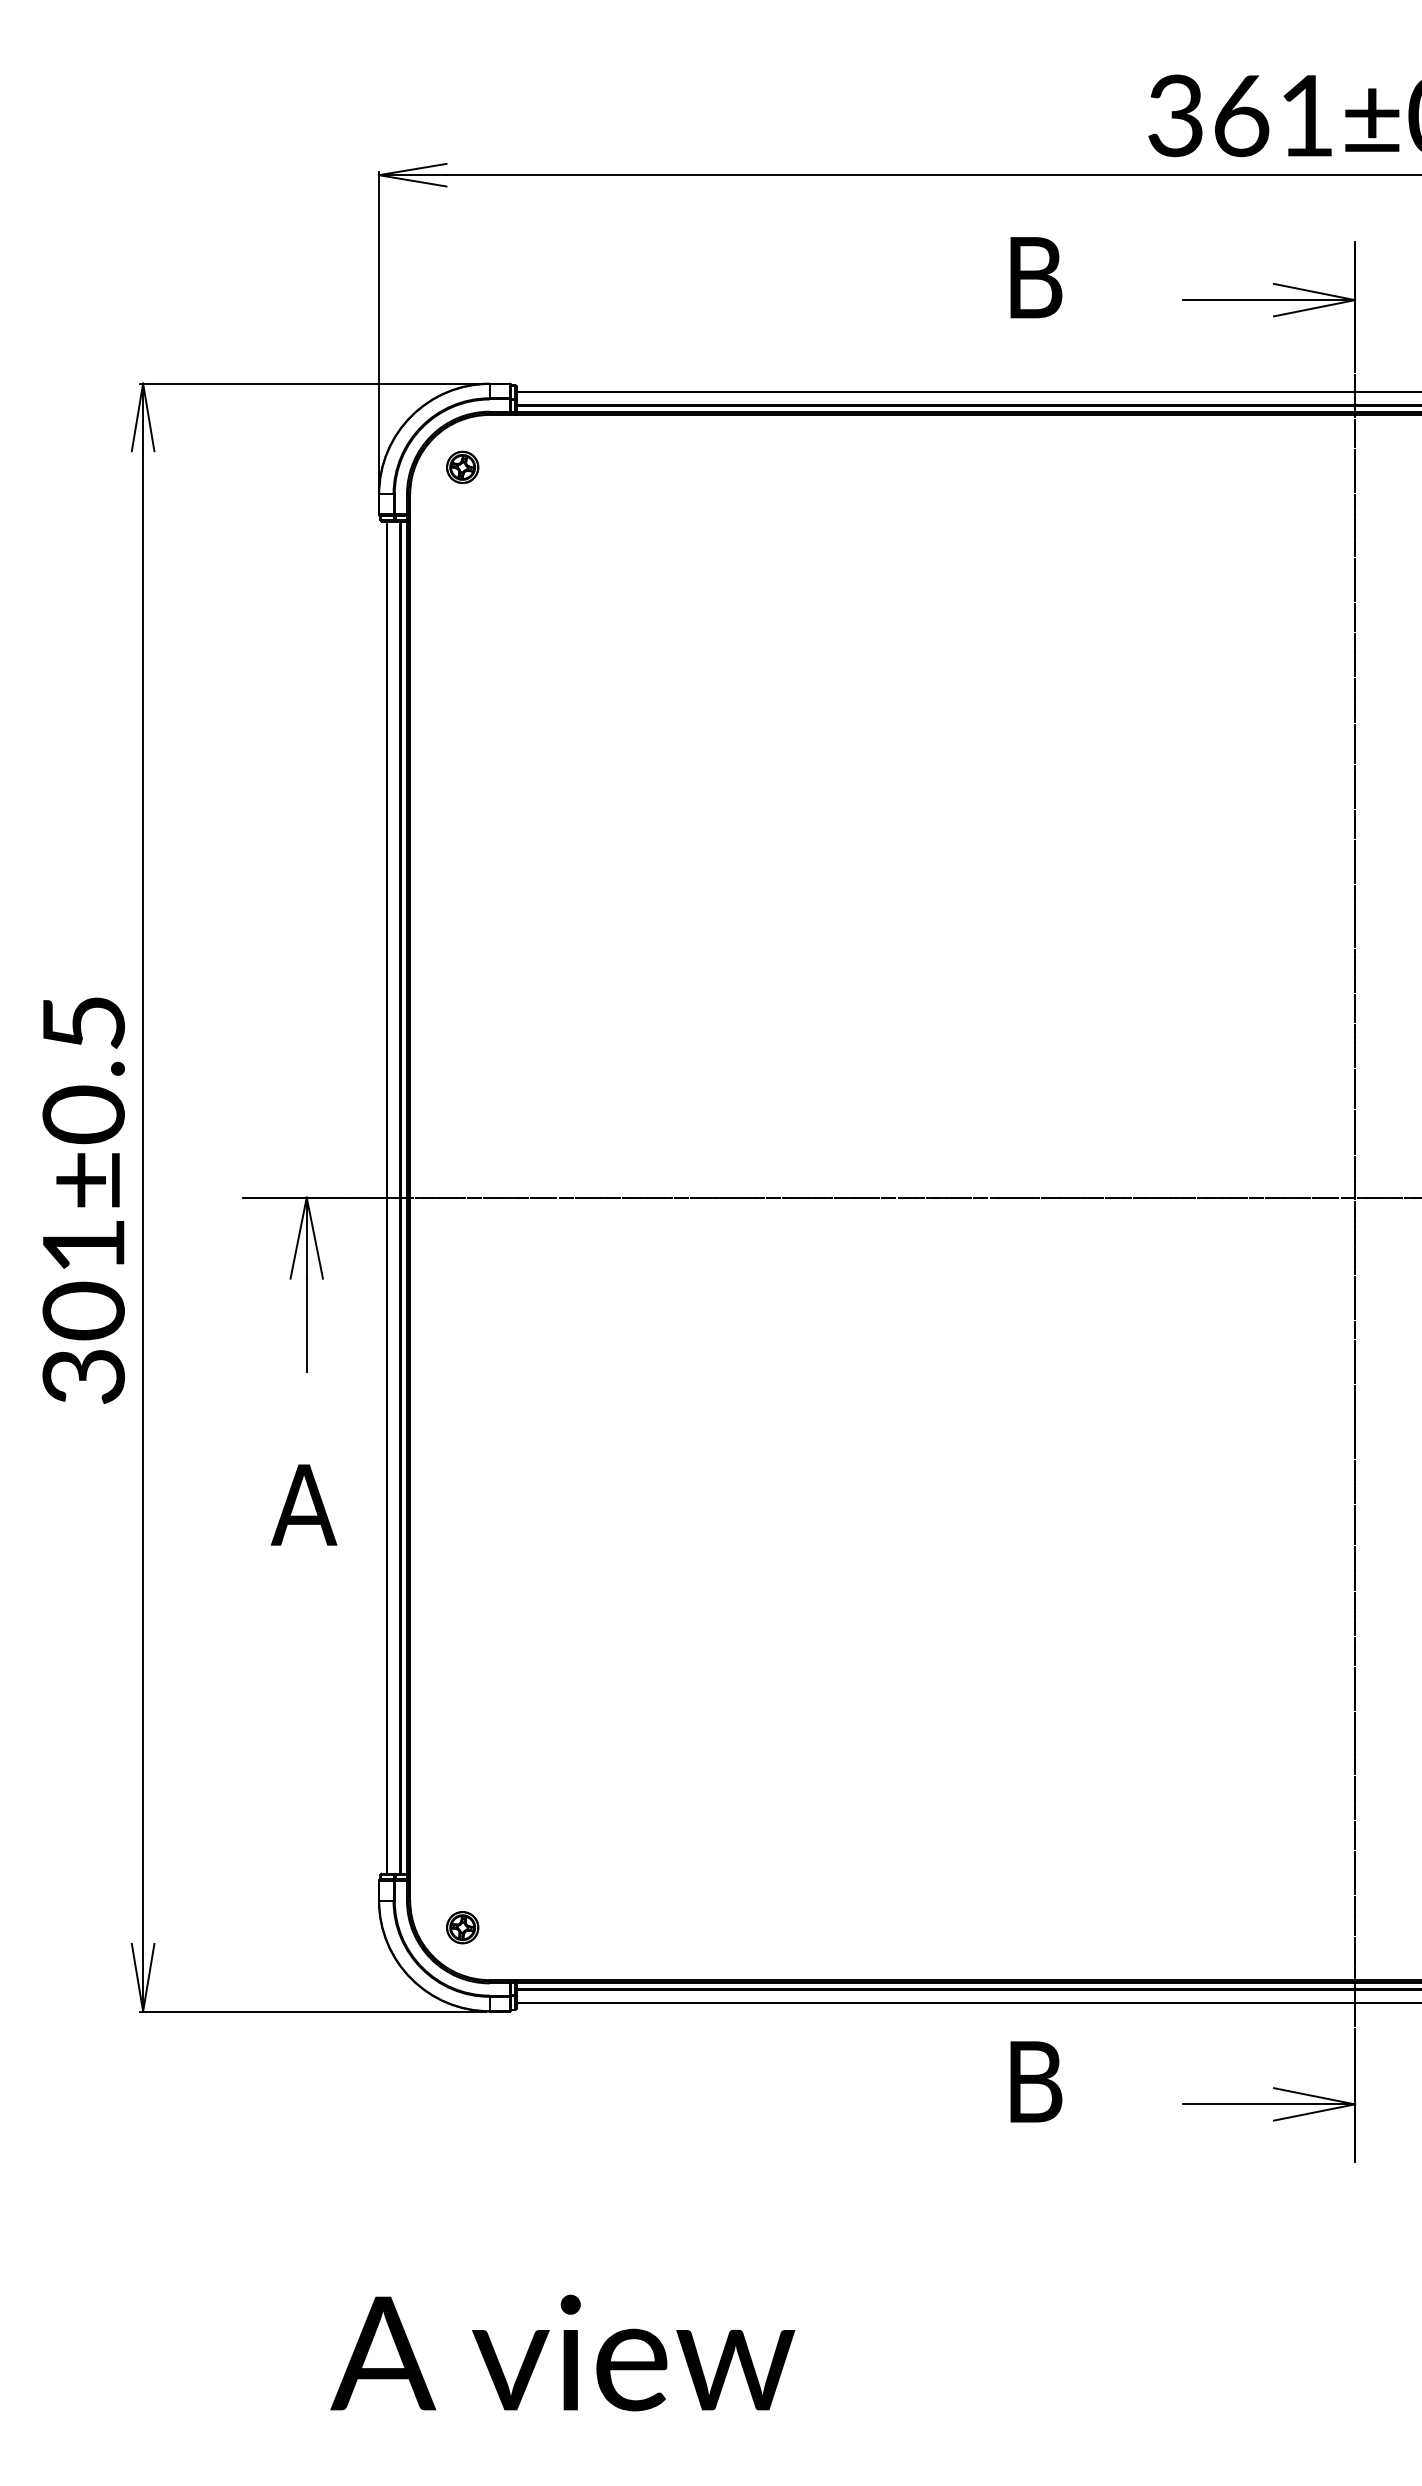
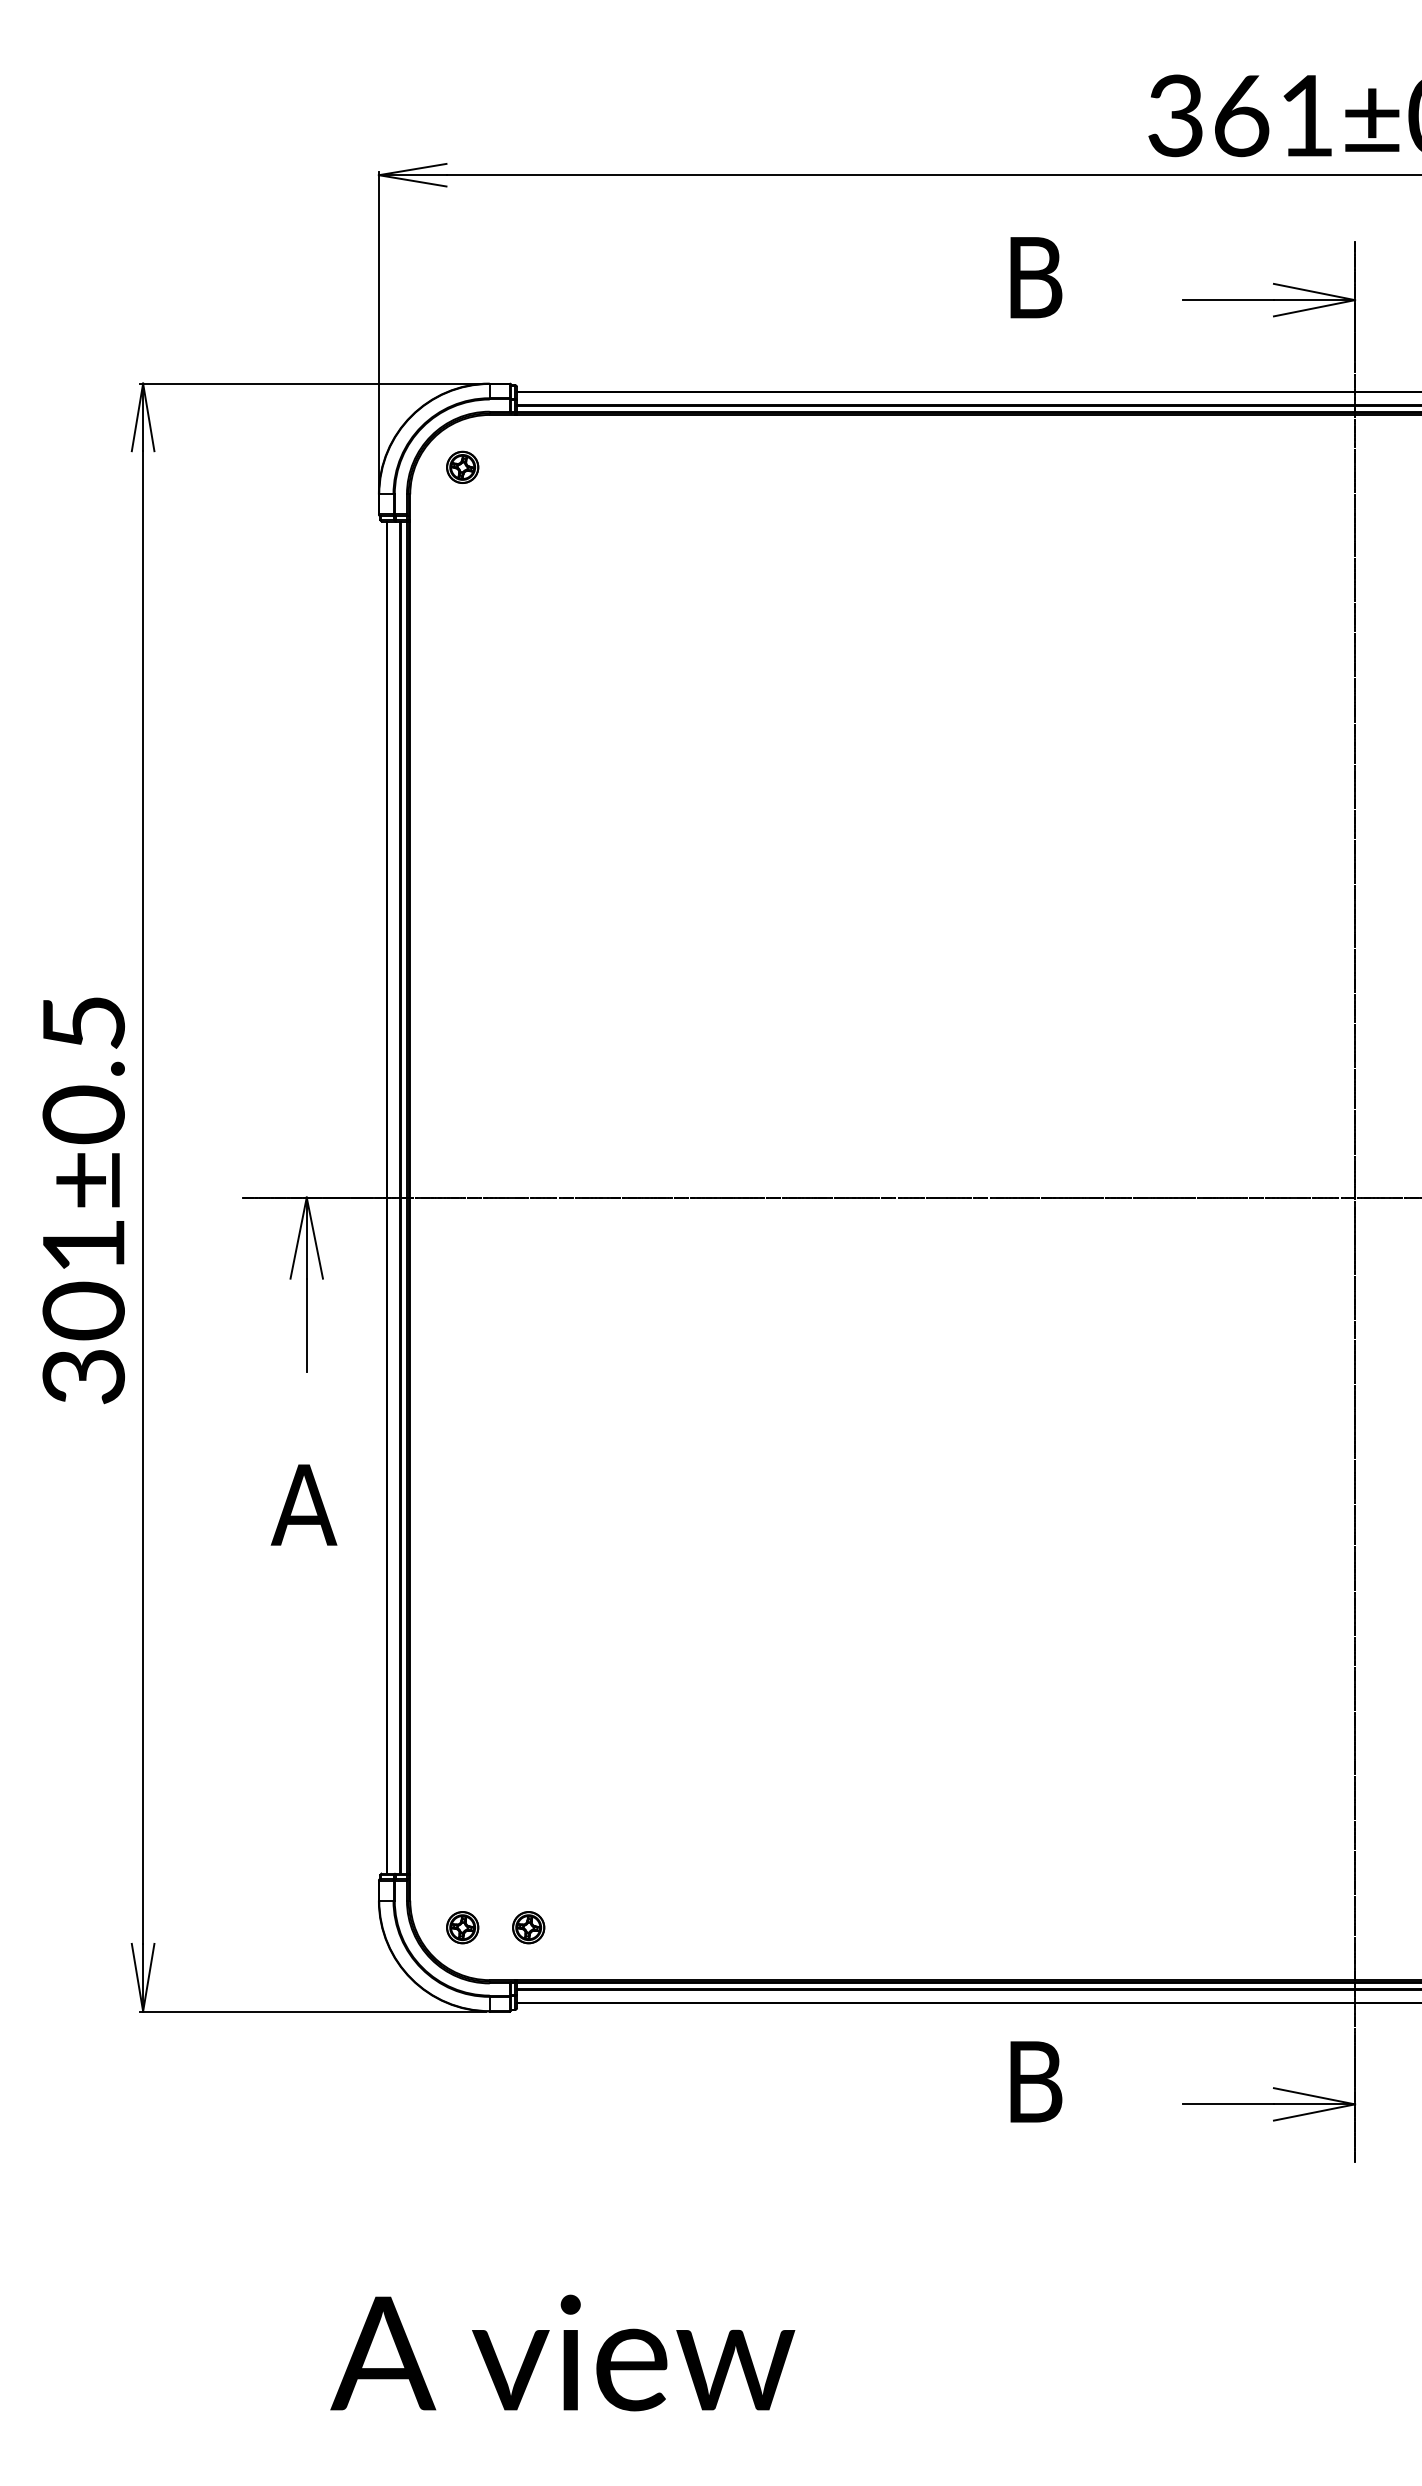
part at (528, 1927): none -> present
